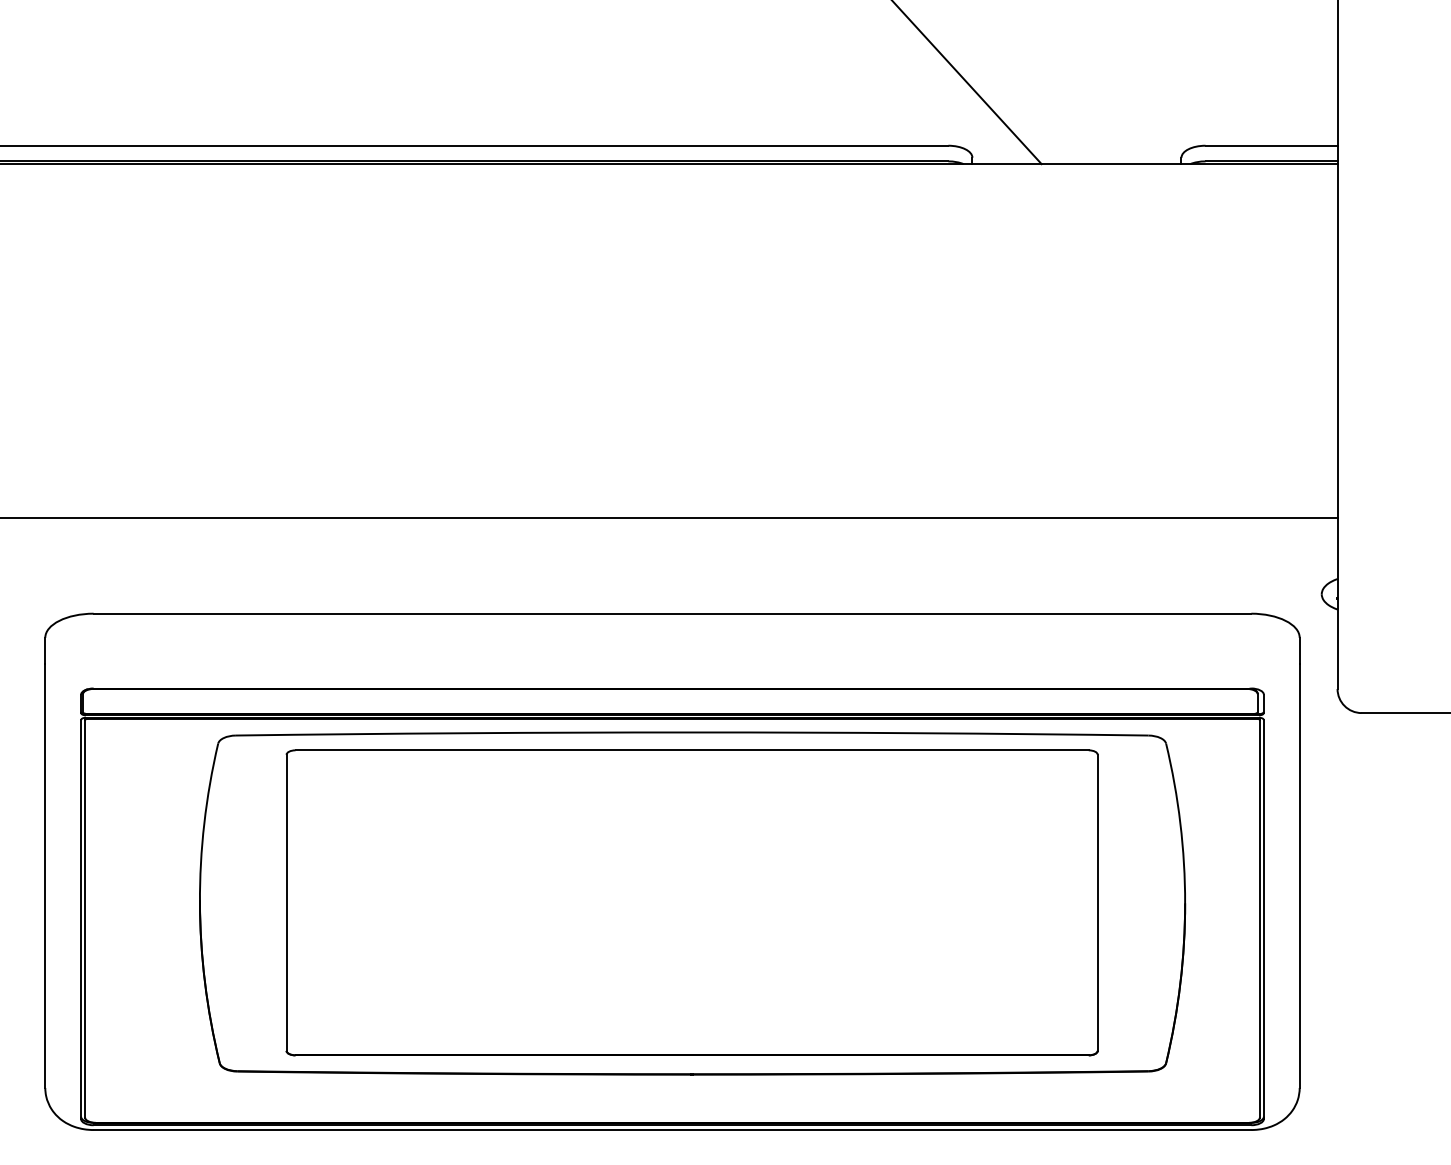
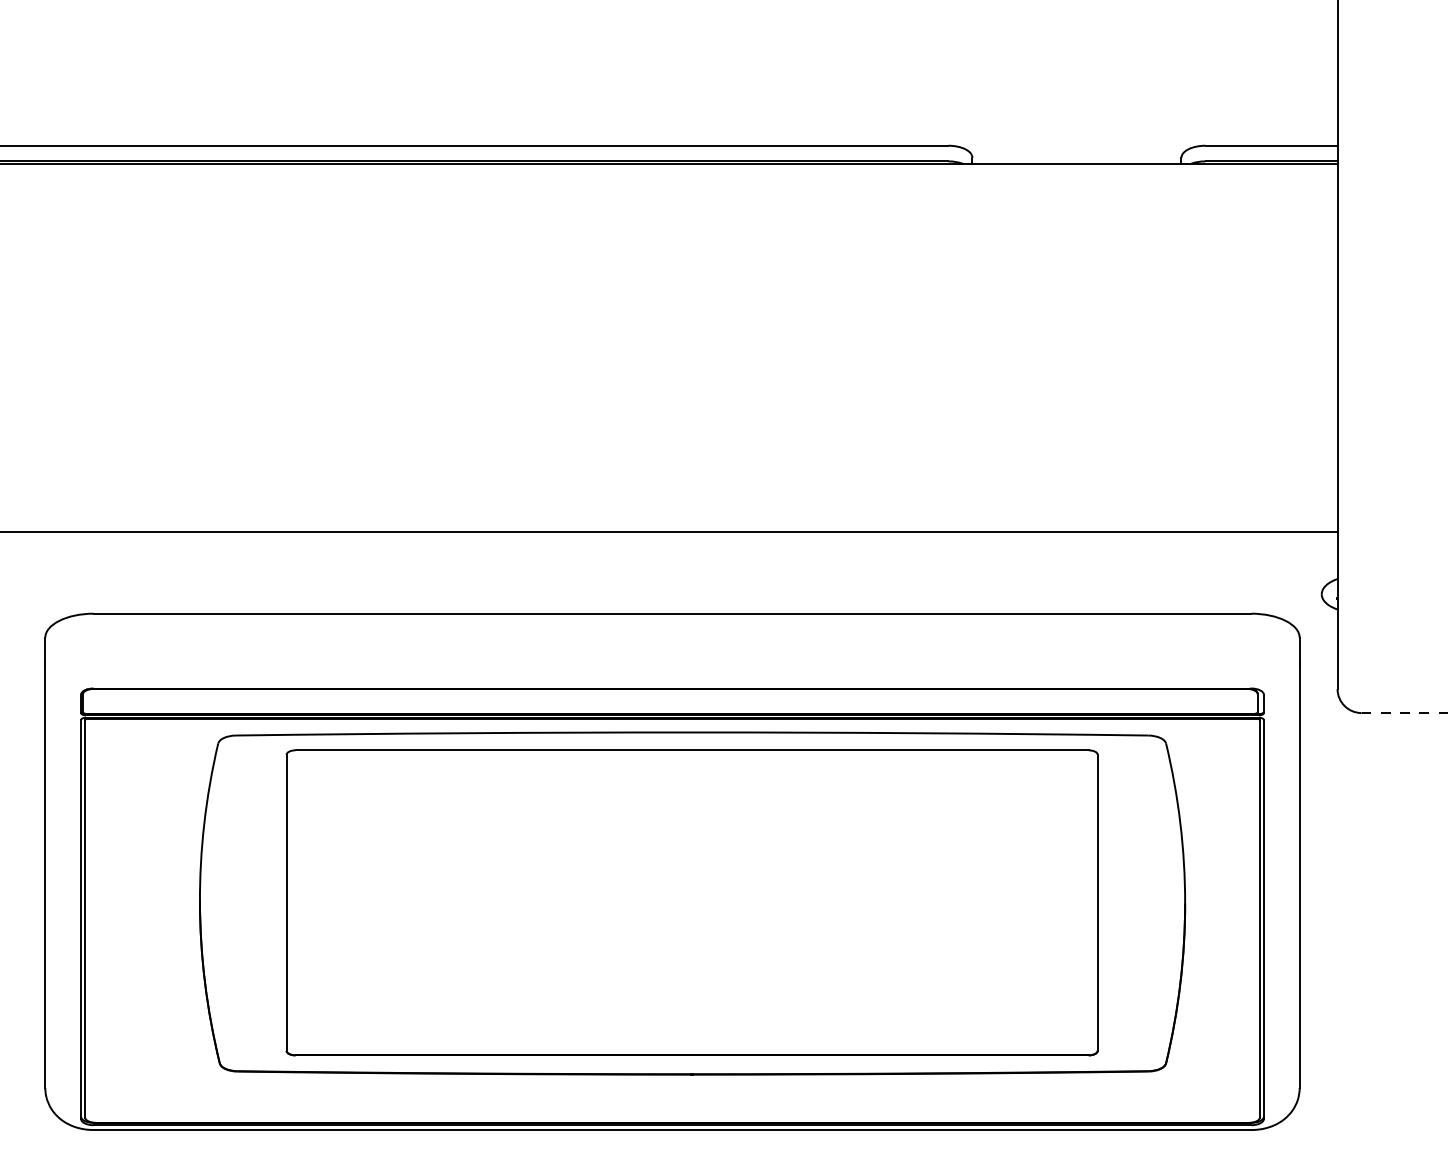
line at (967, 83): present -> none
line at (669, 518) position: (669, 518) -> (669, 532)
line at (1405, 713): solid -> dashed
